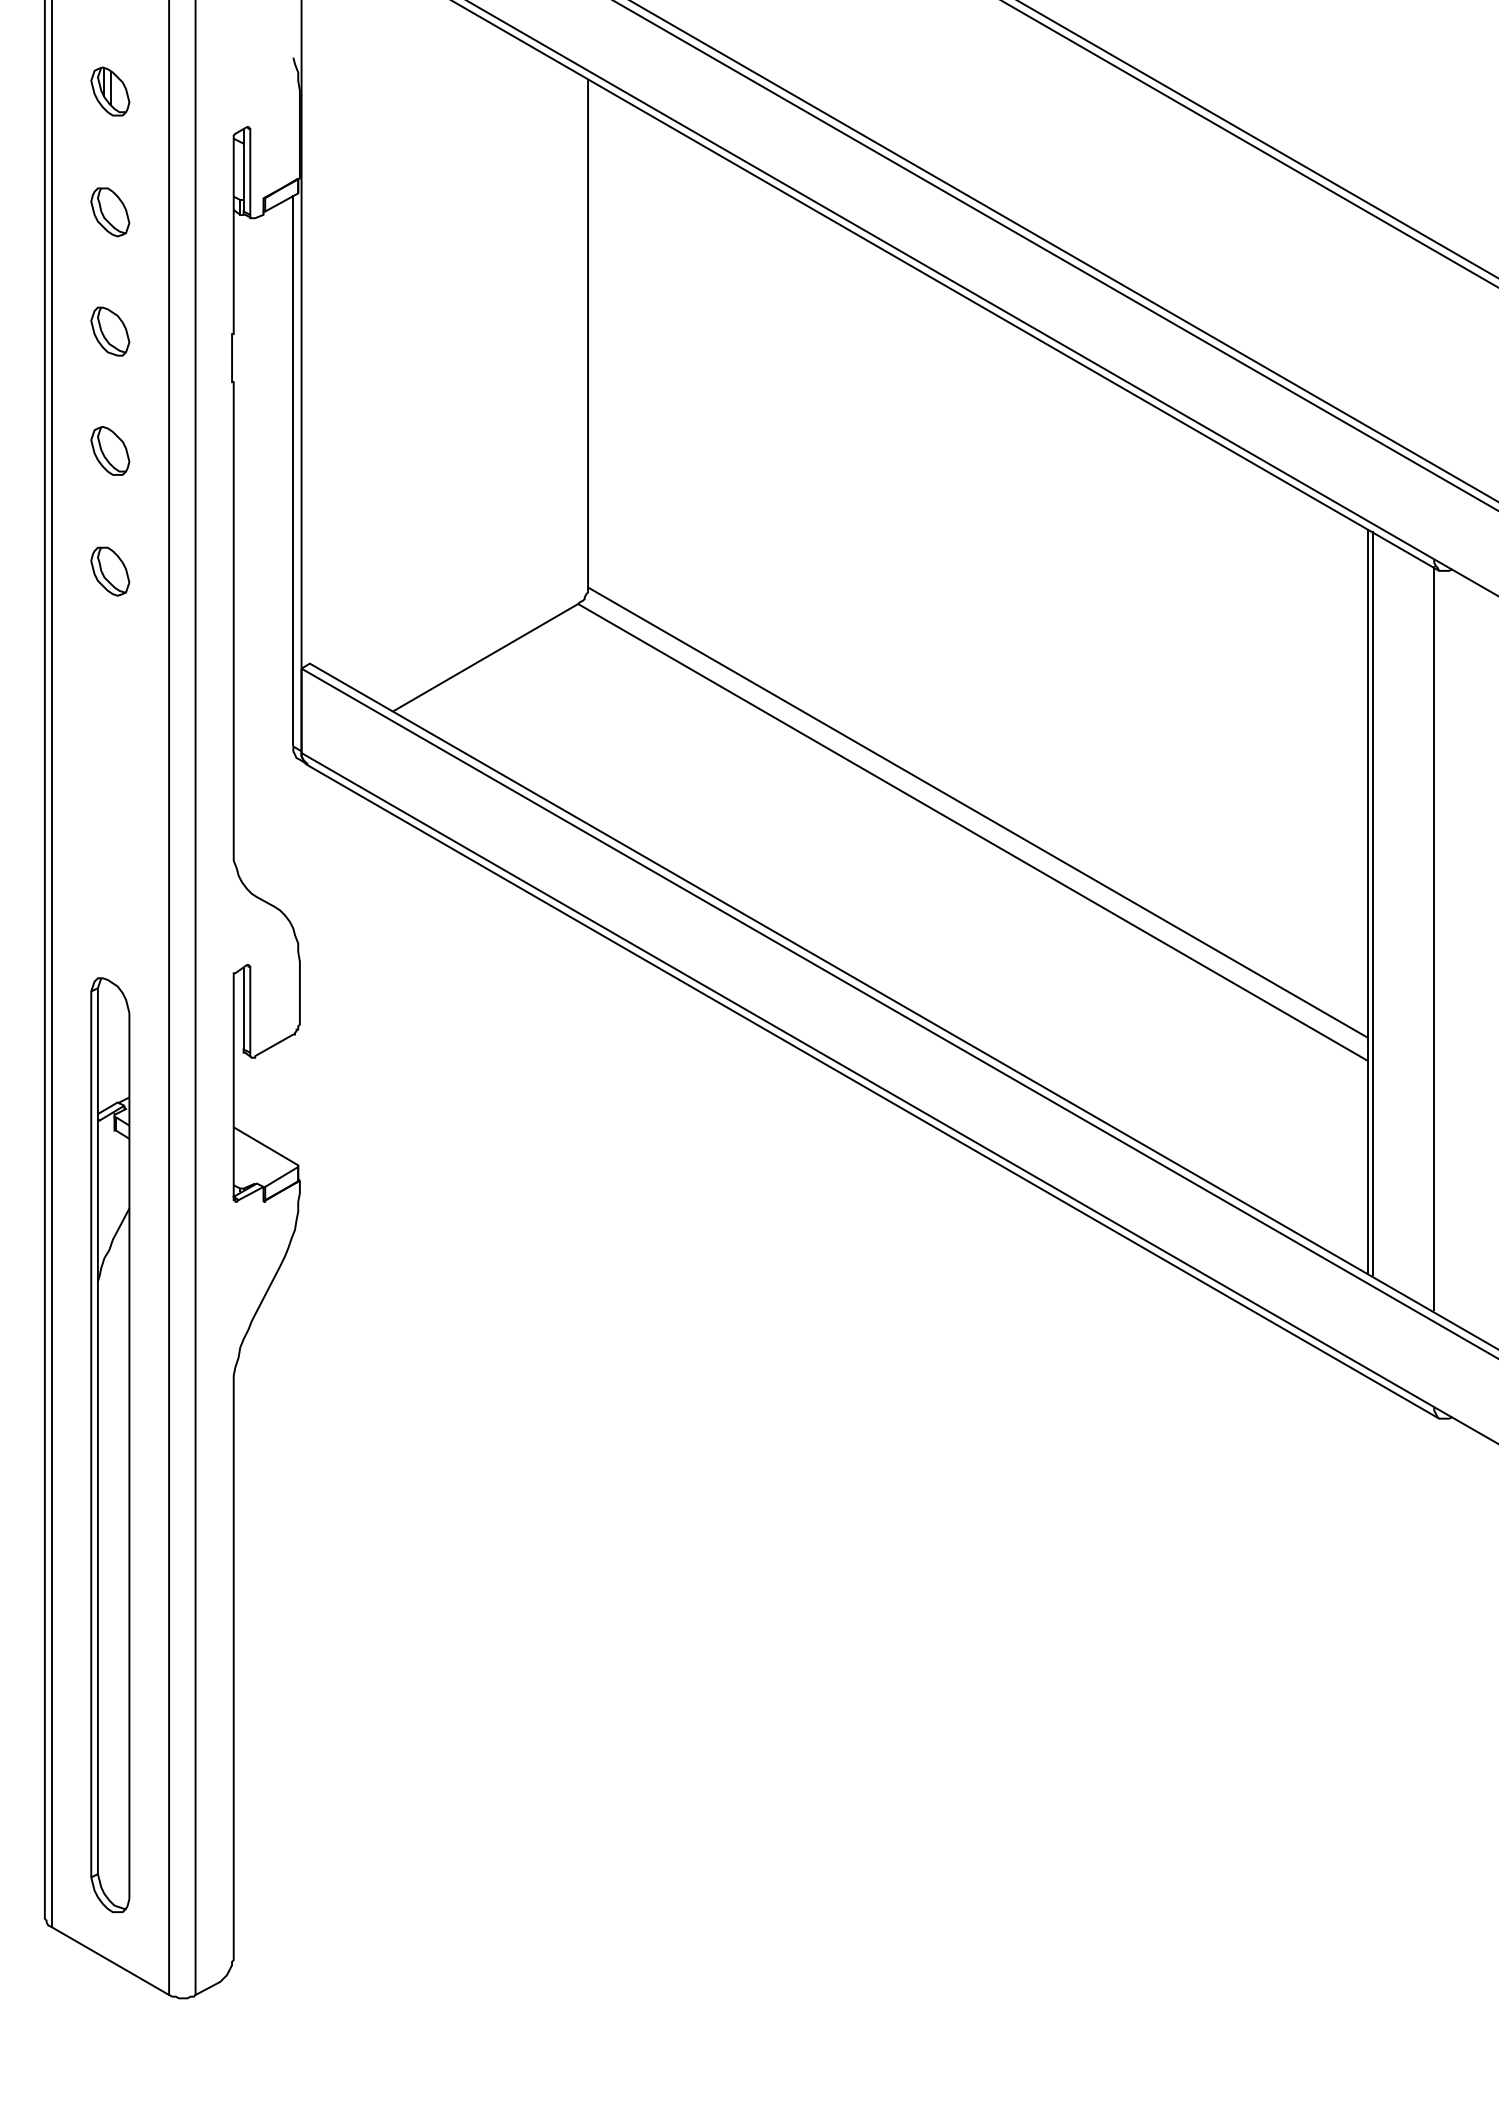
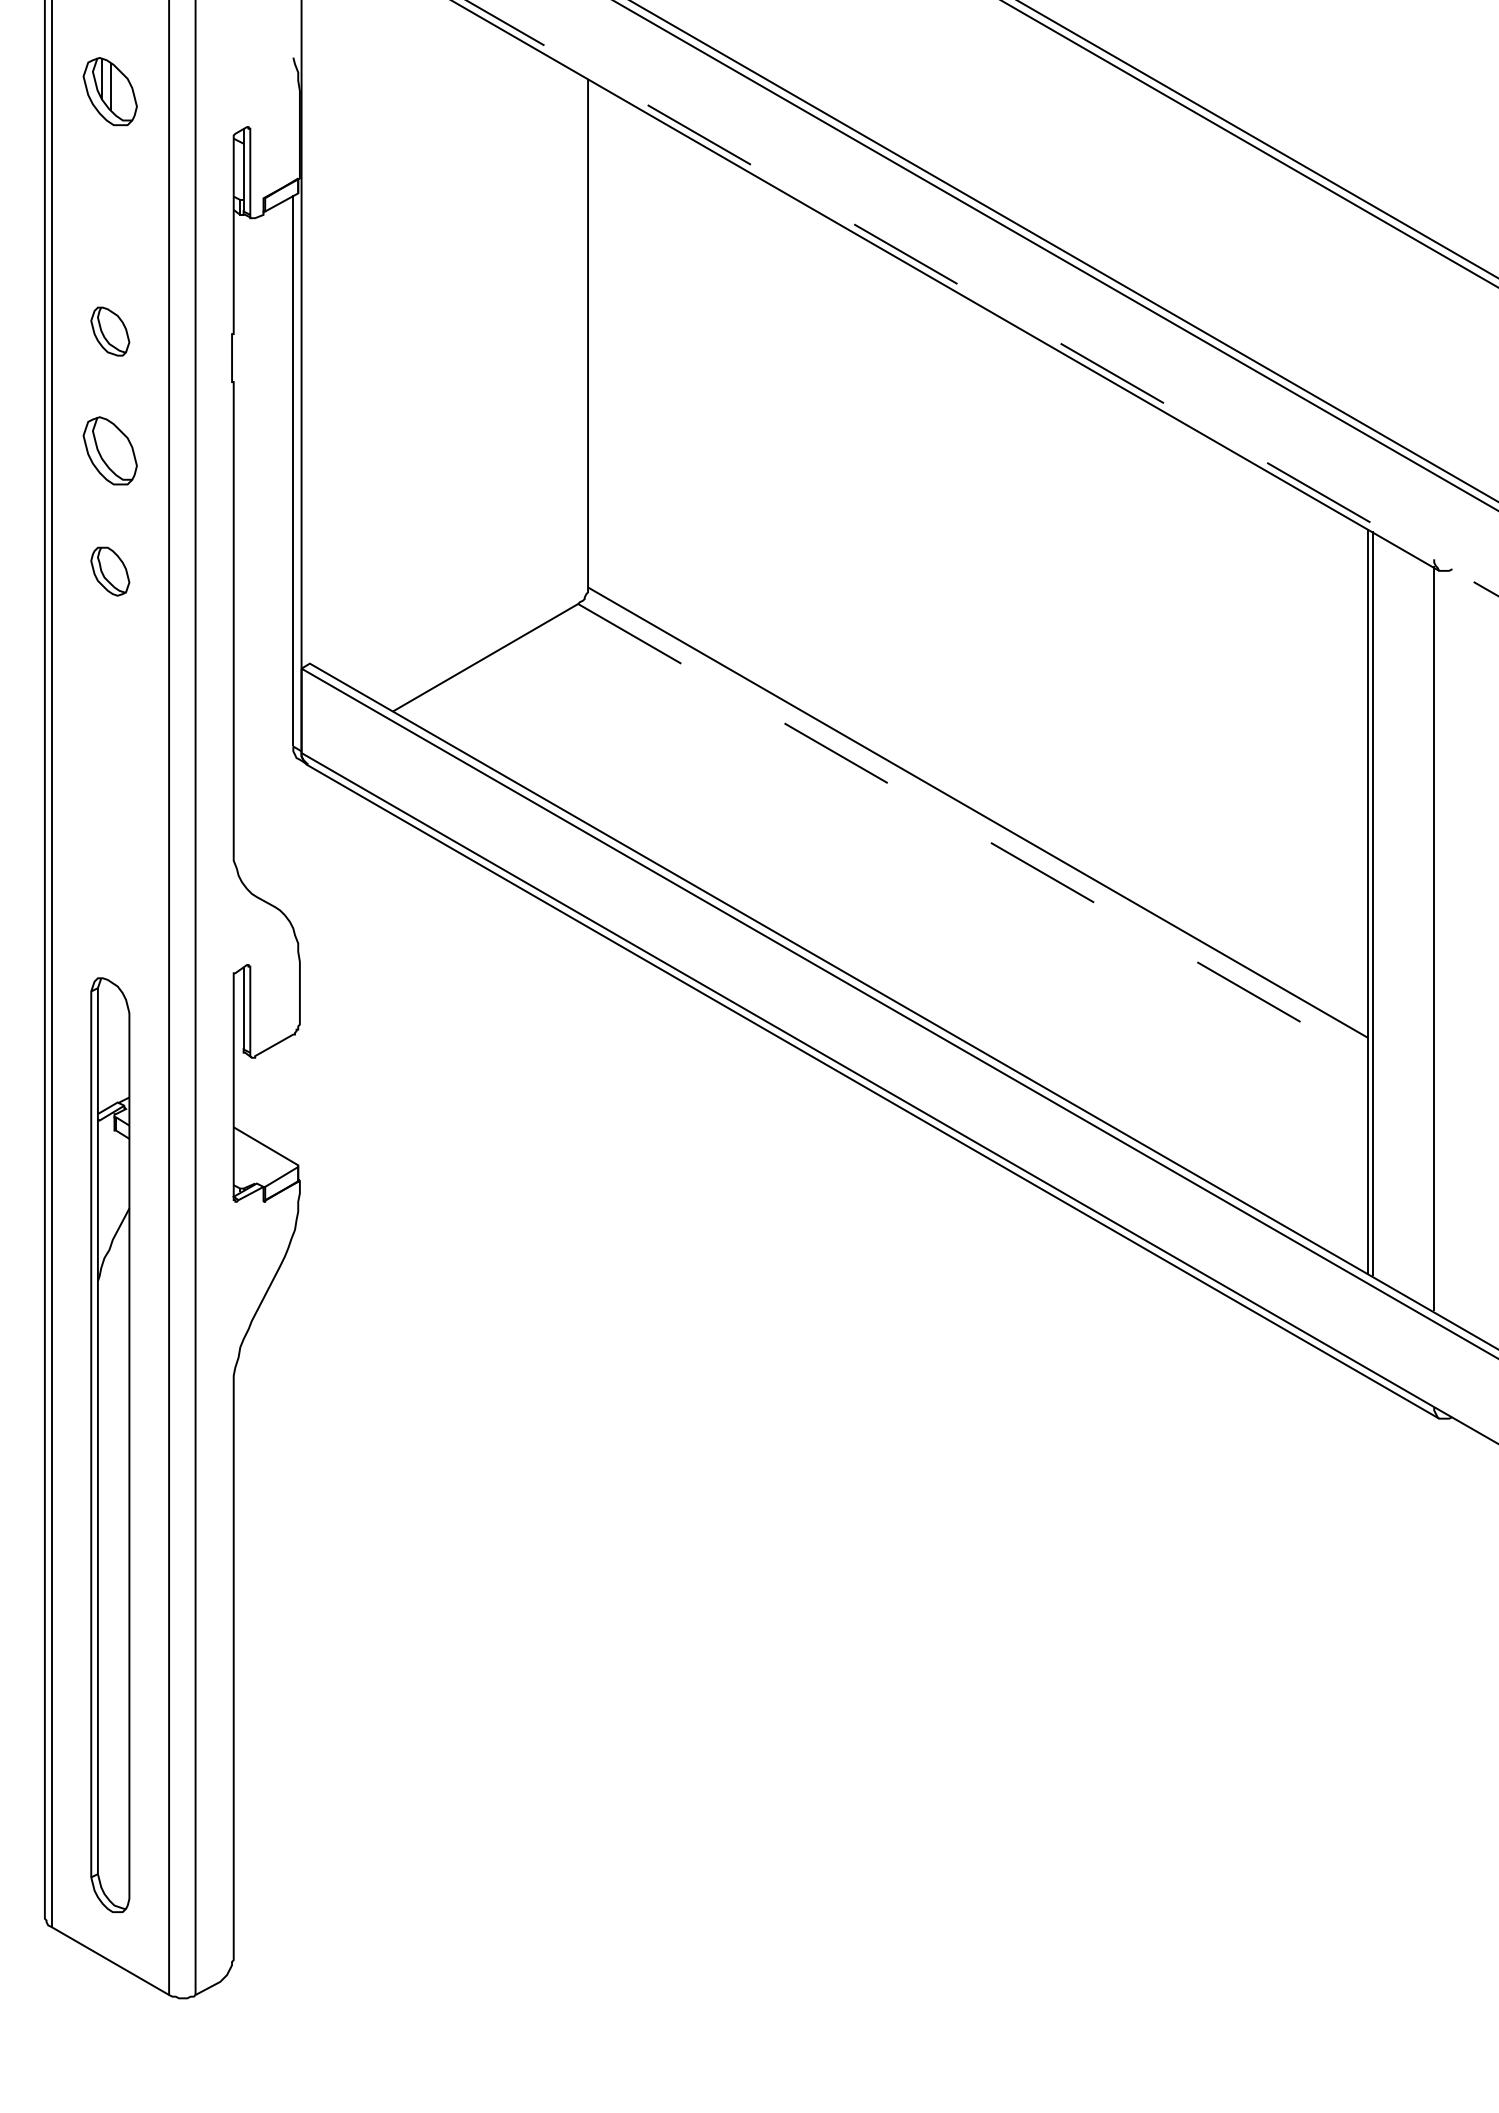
part at (110, 91) size: 41x51 px -> 56x70 px
part at (110, 212): present -> none
line at (982, 298): solid -> dashed
part at (110, 450) size: 41x50 px -> 56x70 px
line at (973, 832): solid -> dashed
